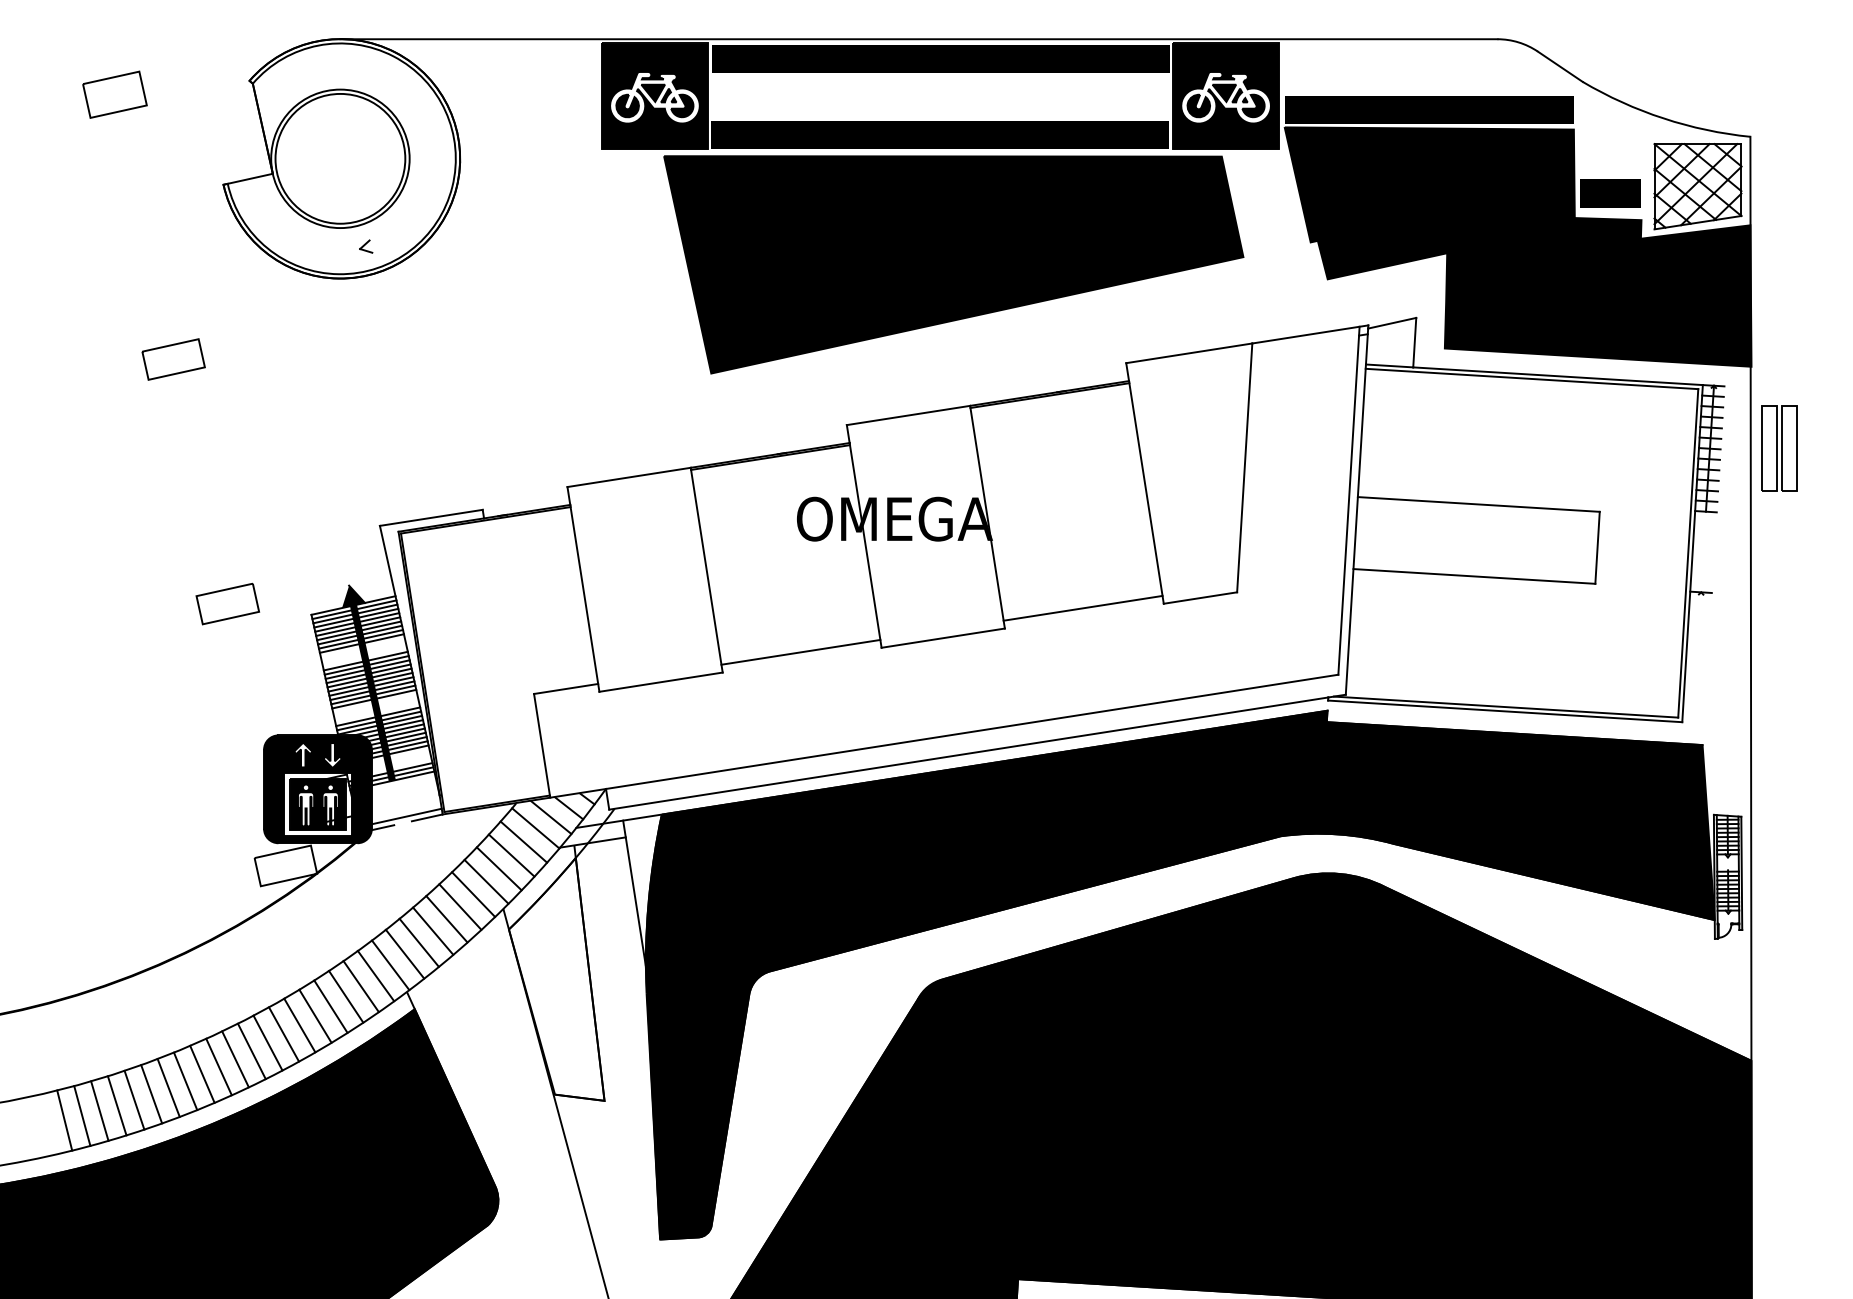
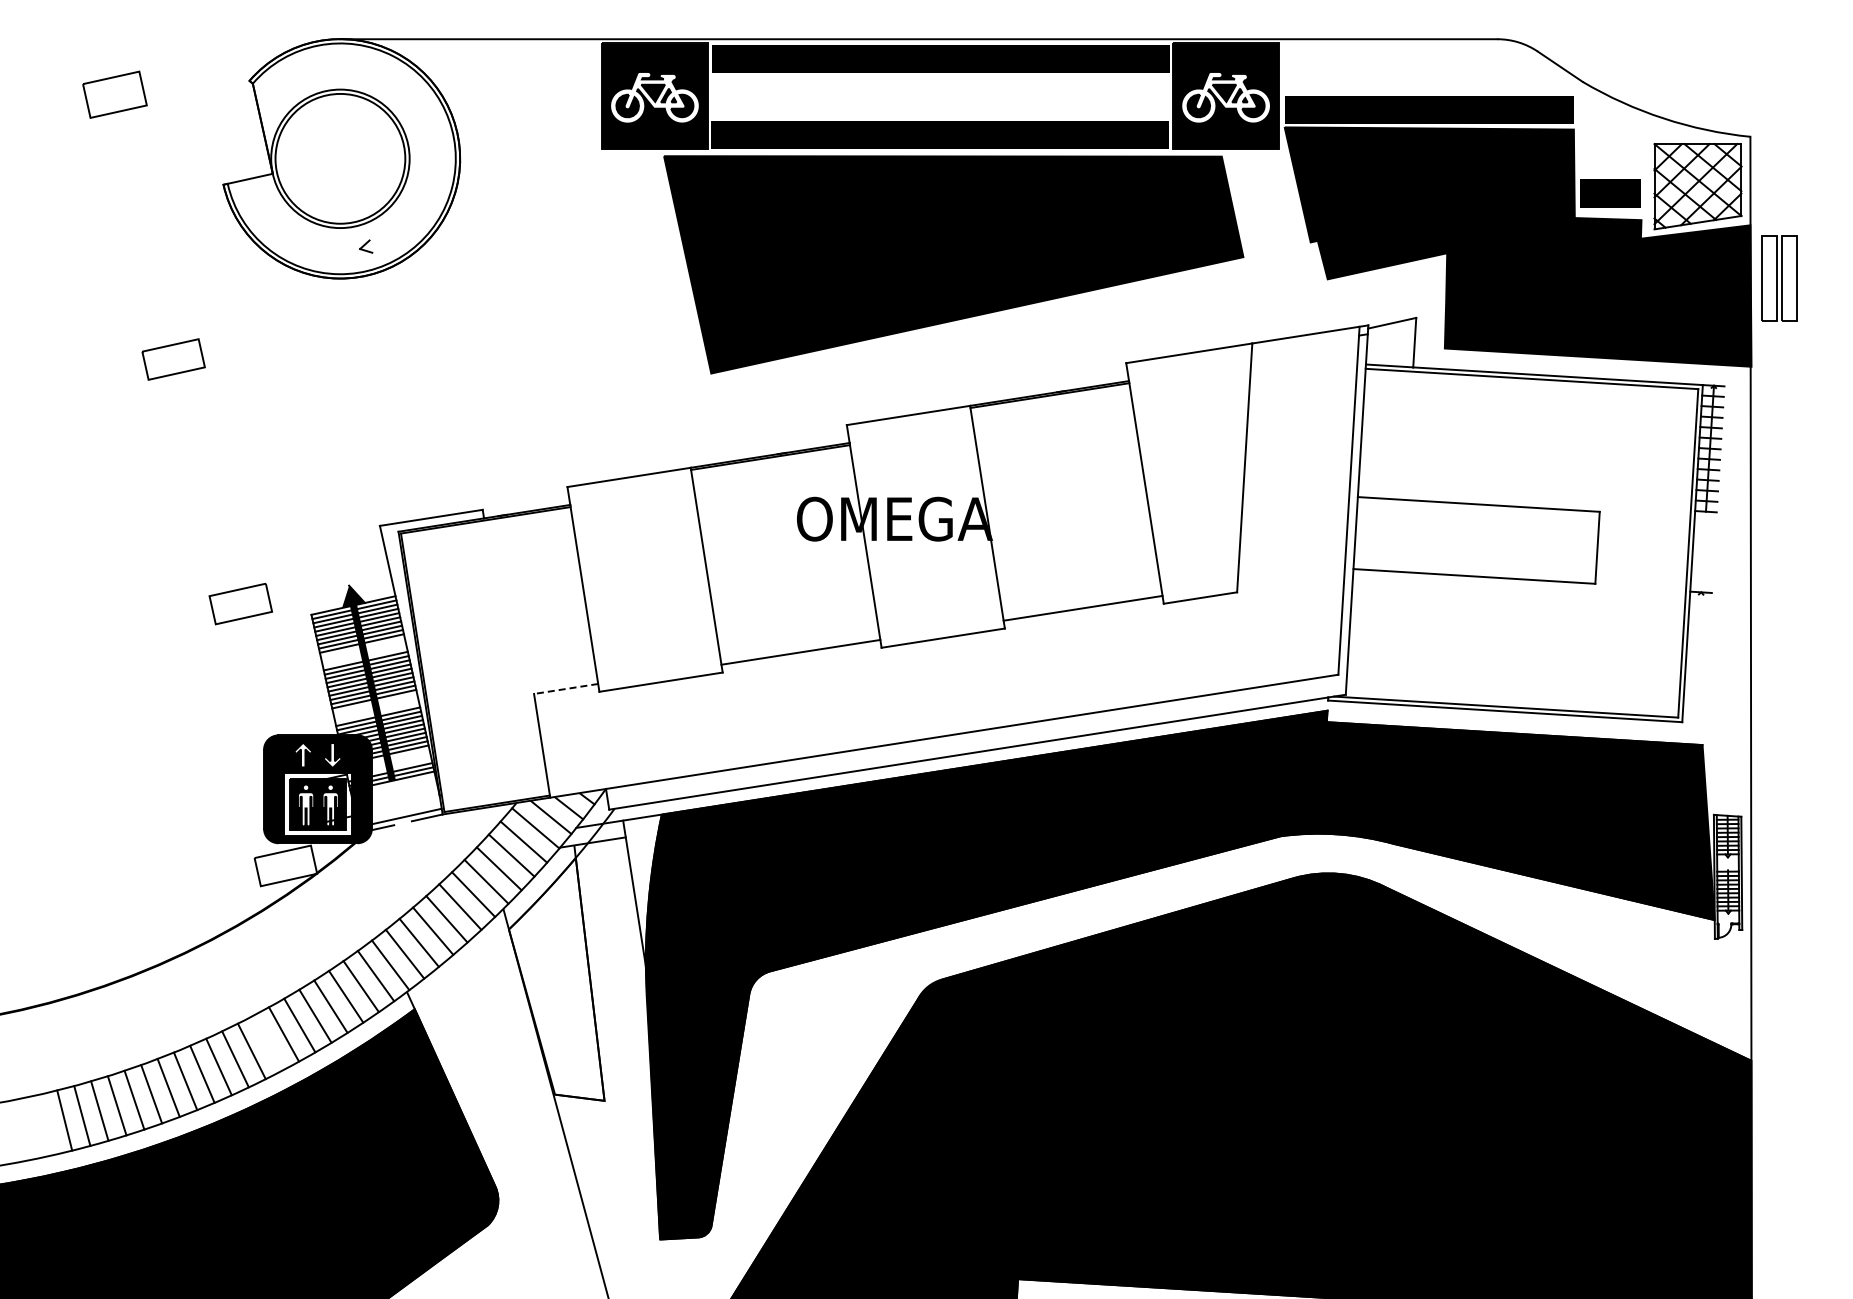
part at (1779, 448) position: (1779, 448) -> (1779, 278)
part at (227, 603) position: (227, 603) -> (240, 603)
line at (565, 689): solid -> dashed
line at (267, 1042): present -> none
